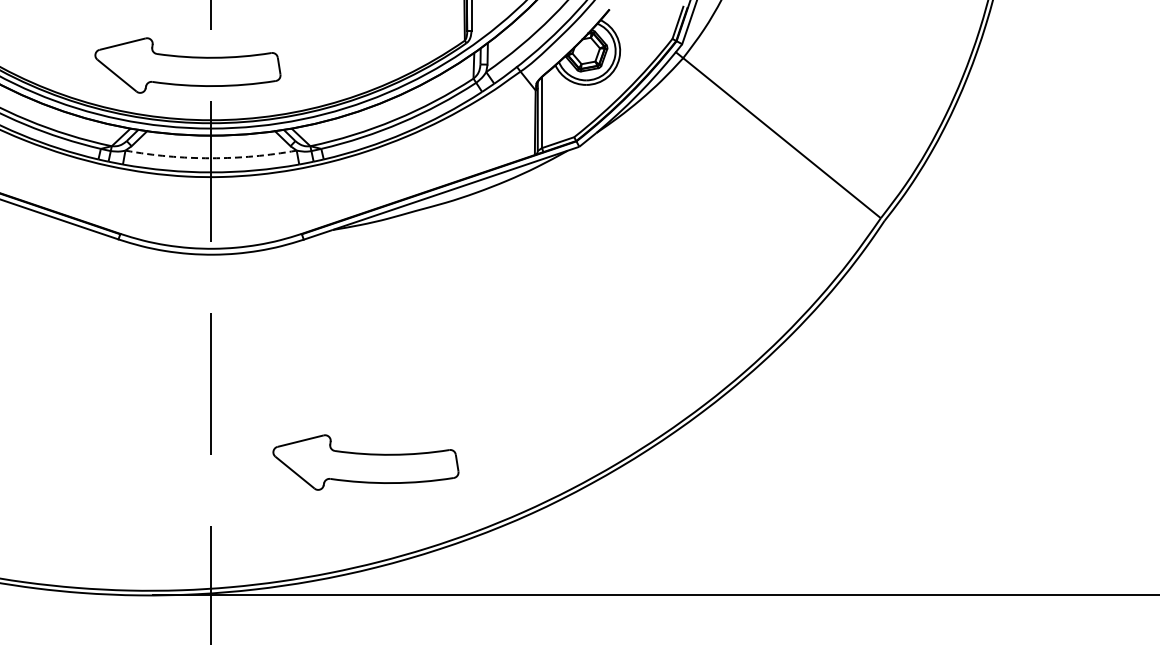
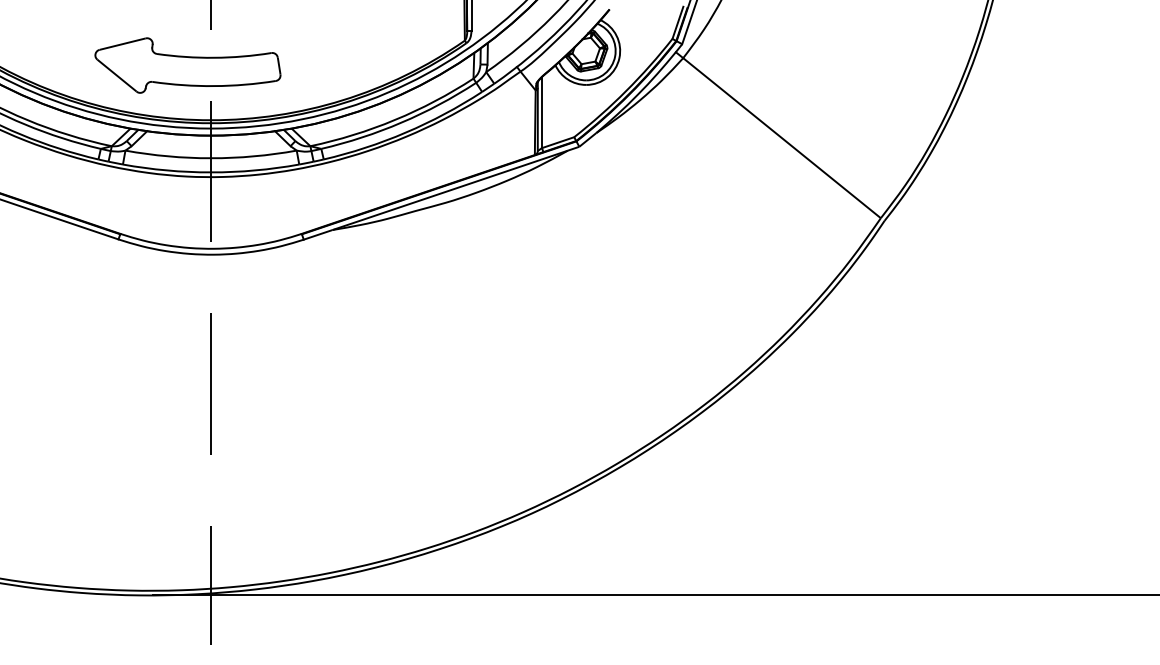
arc at (211, 158): dashed -> solid
part at (365, 462): present -> none
